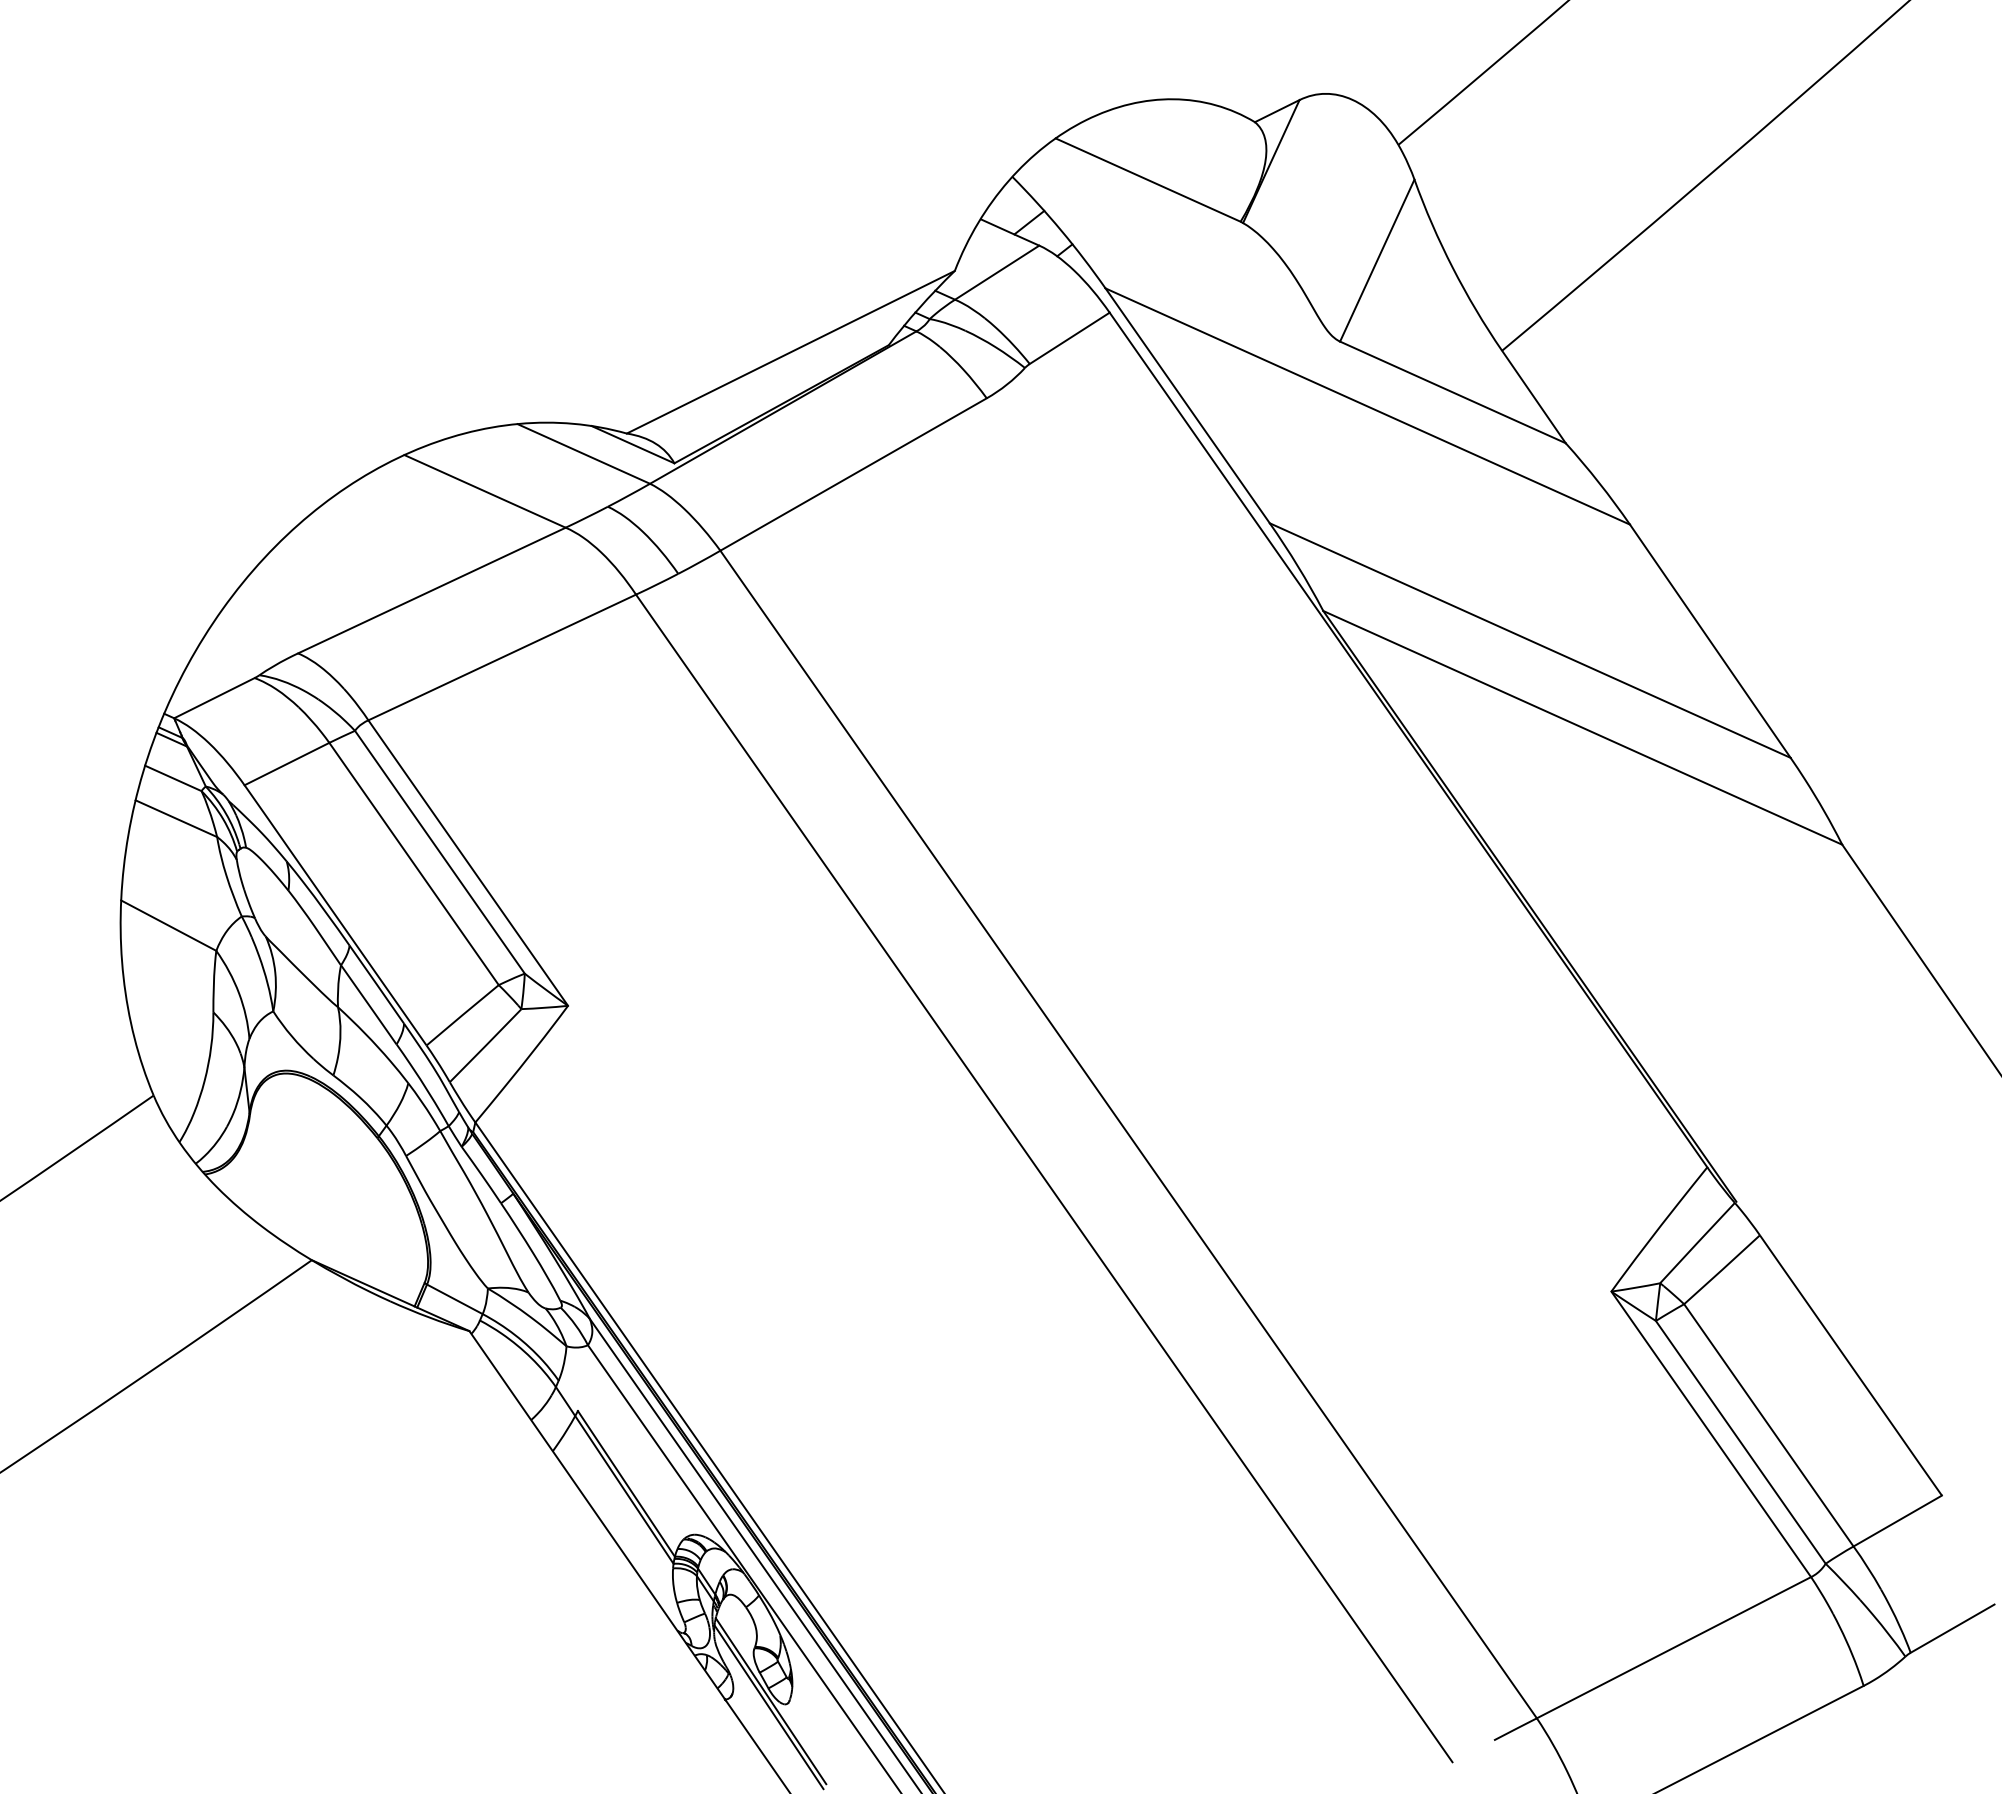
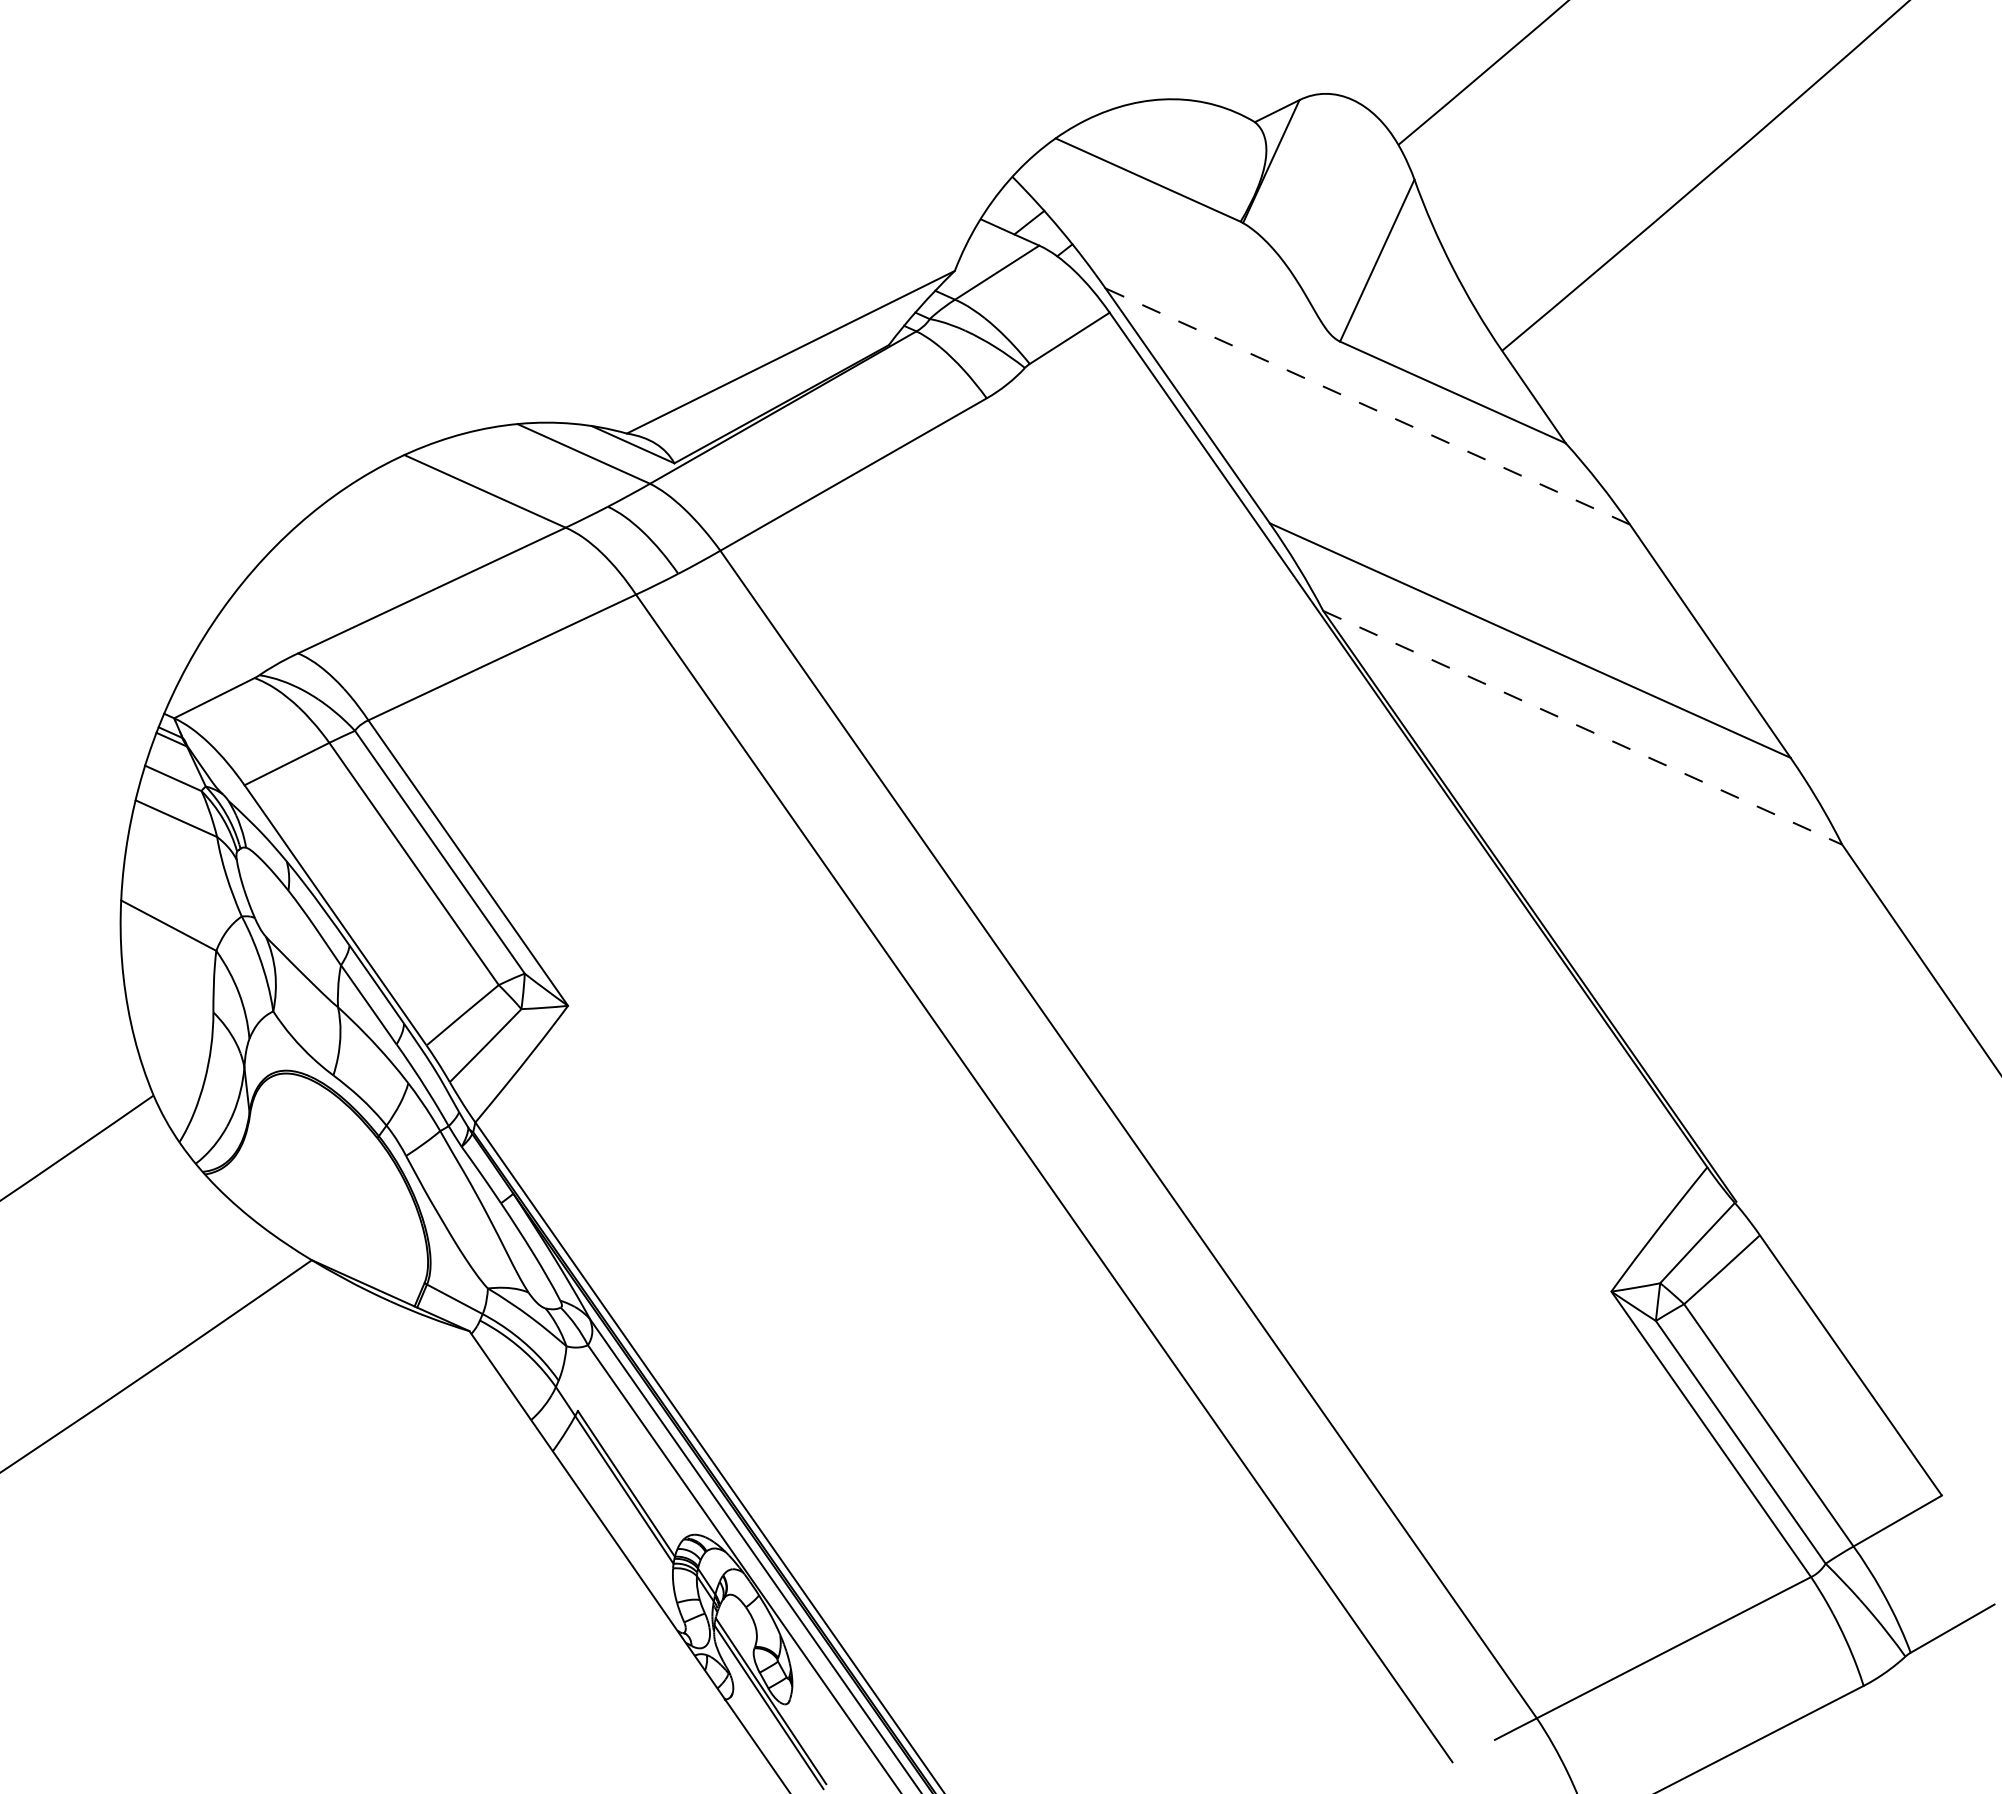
line at (1367, 406): solid -> dashed
line at (1582, 727): solid -> dashed
